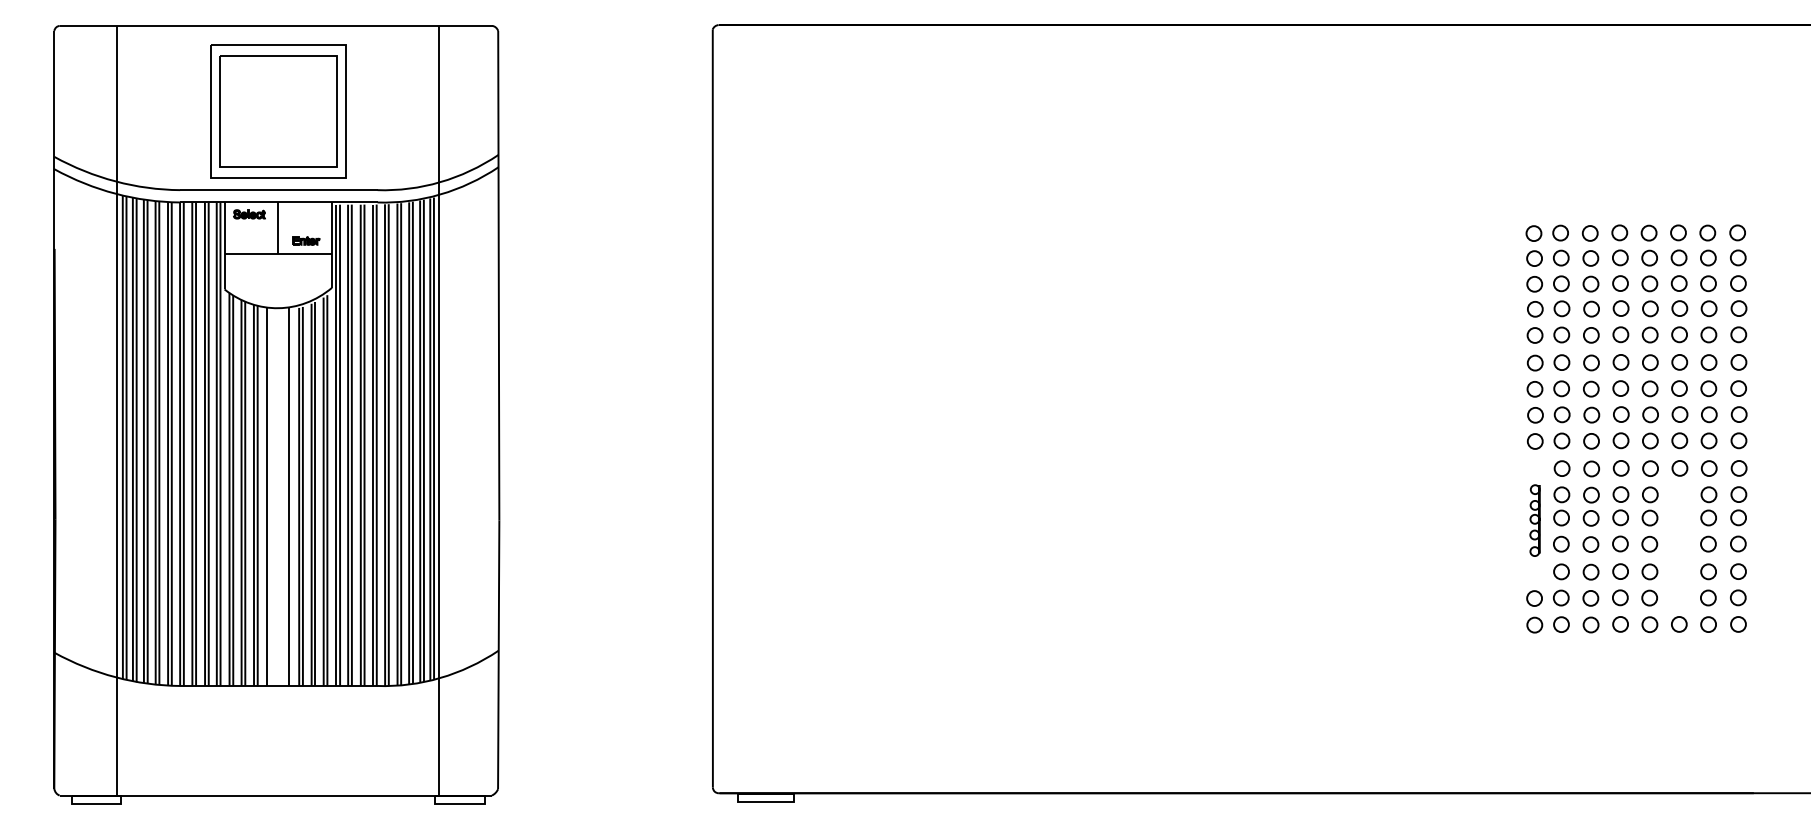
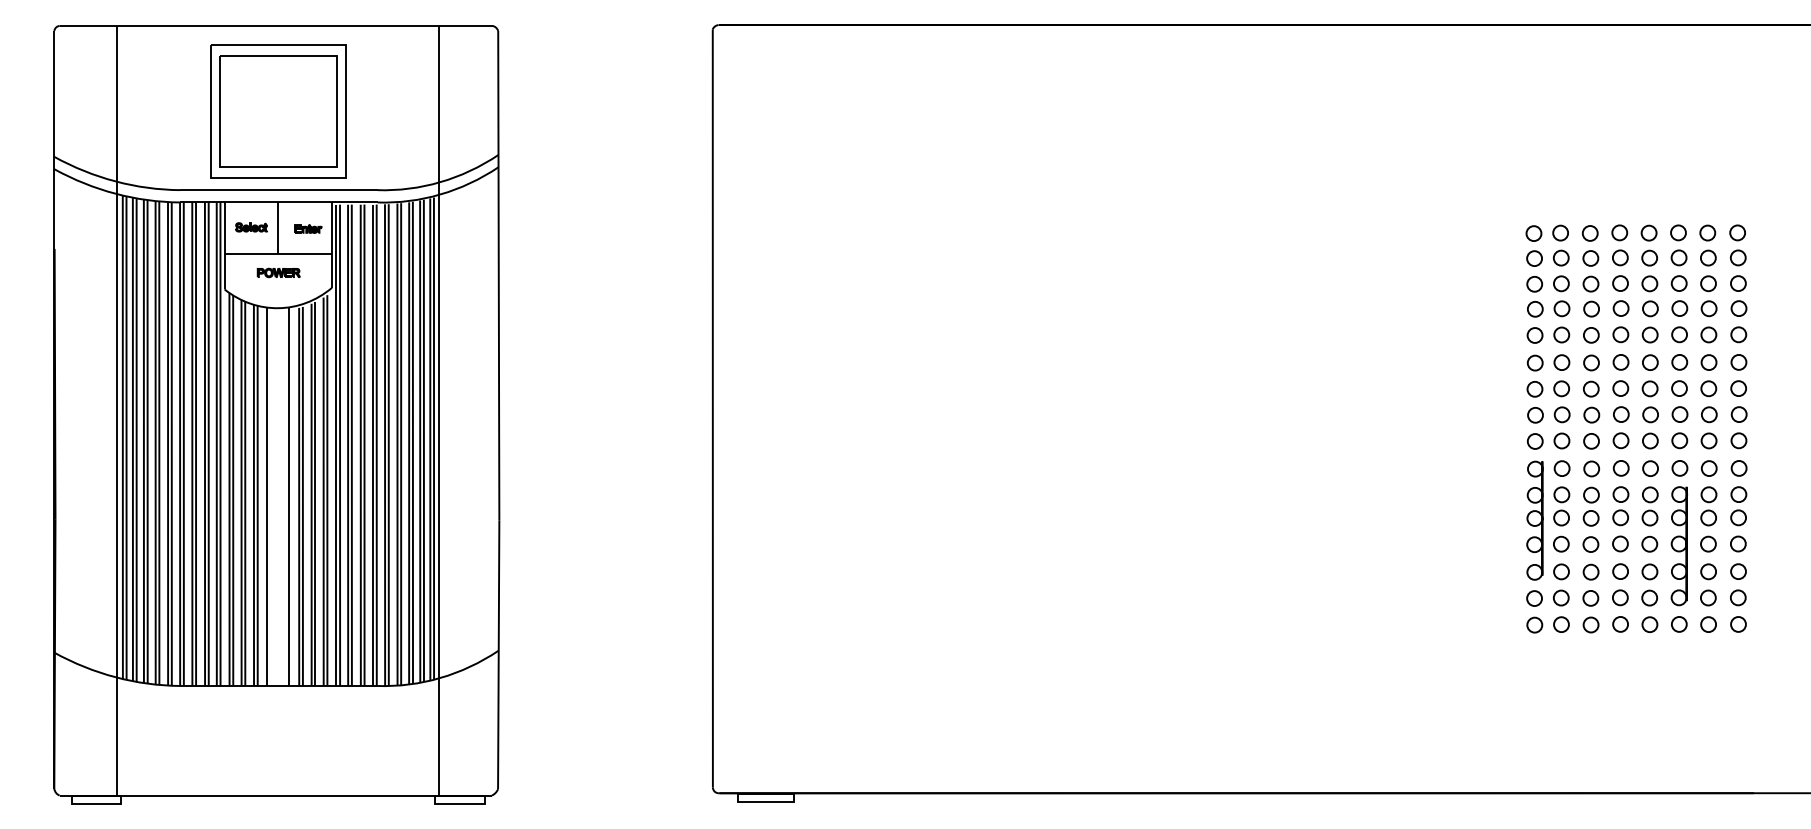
part at (249, 214) position: (249, 214) -> (251, 227)
part at (306, 240) position: (306, 240) -> (308, 228)
part at (278, 272): none -> present
part at (1534, 520) size: 12x73 px -> 18x121 px
part at (1678, 546): none -> present
